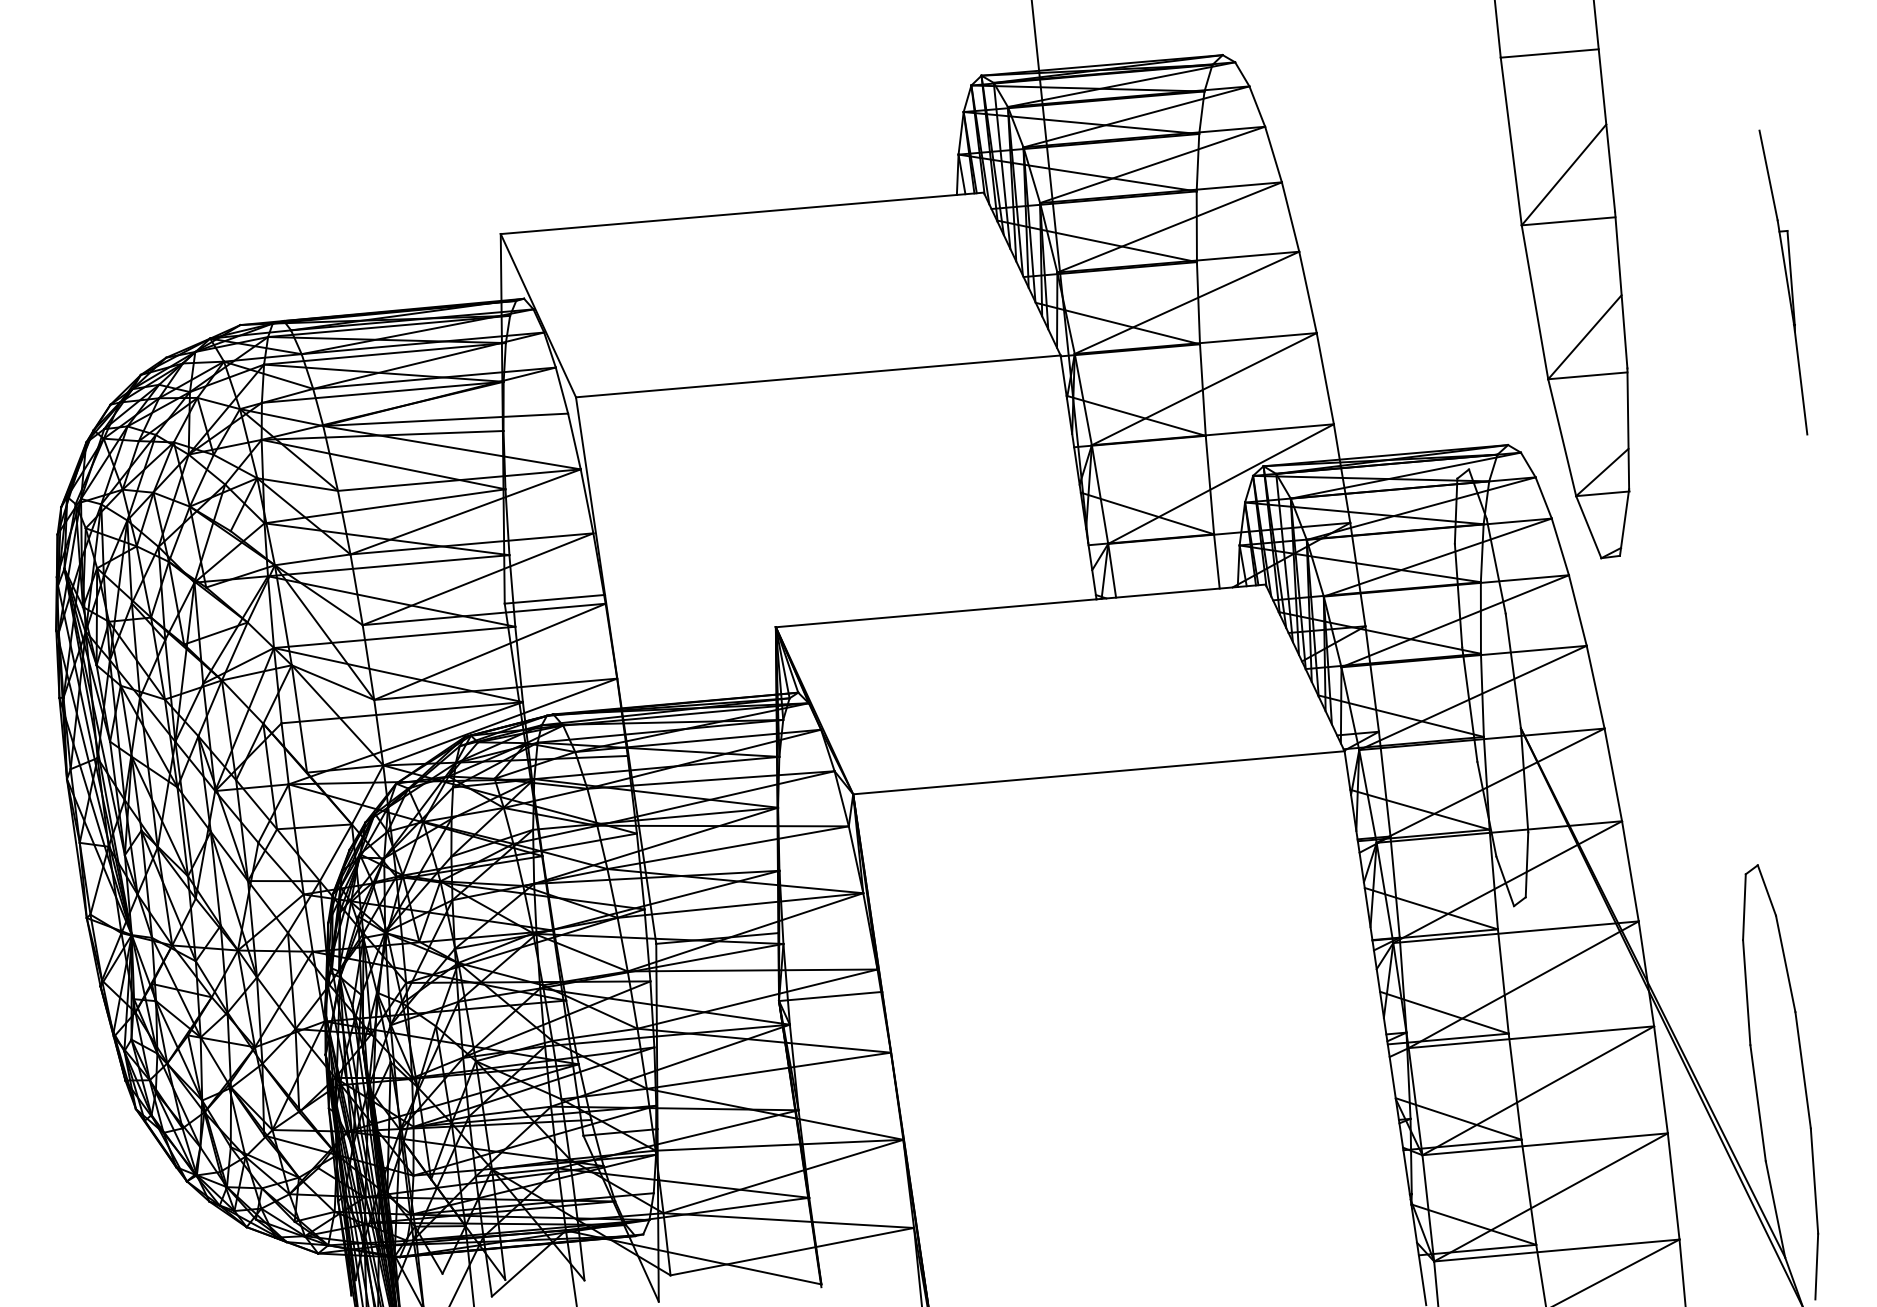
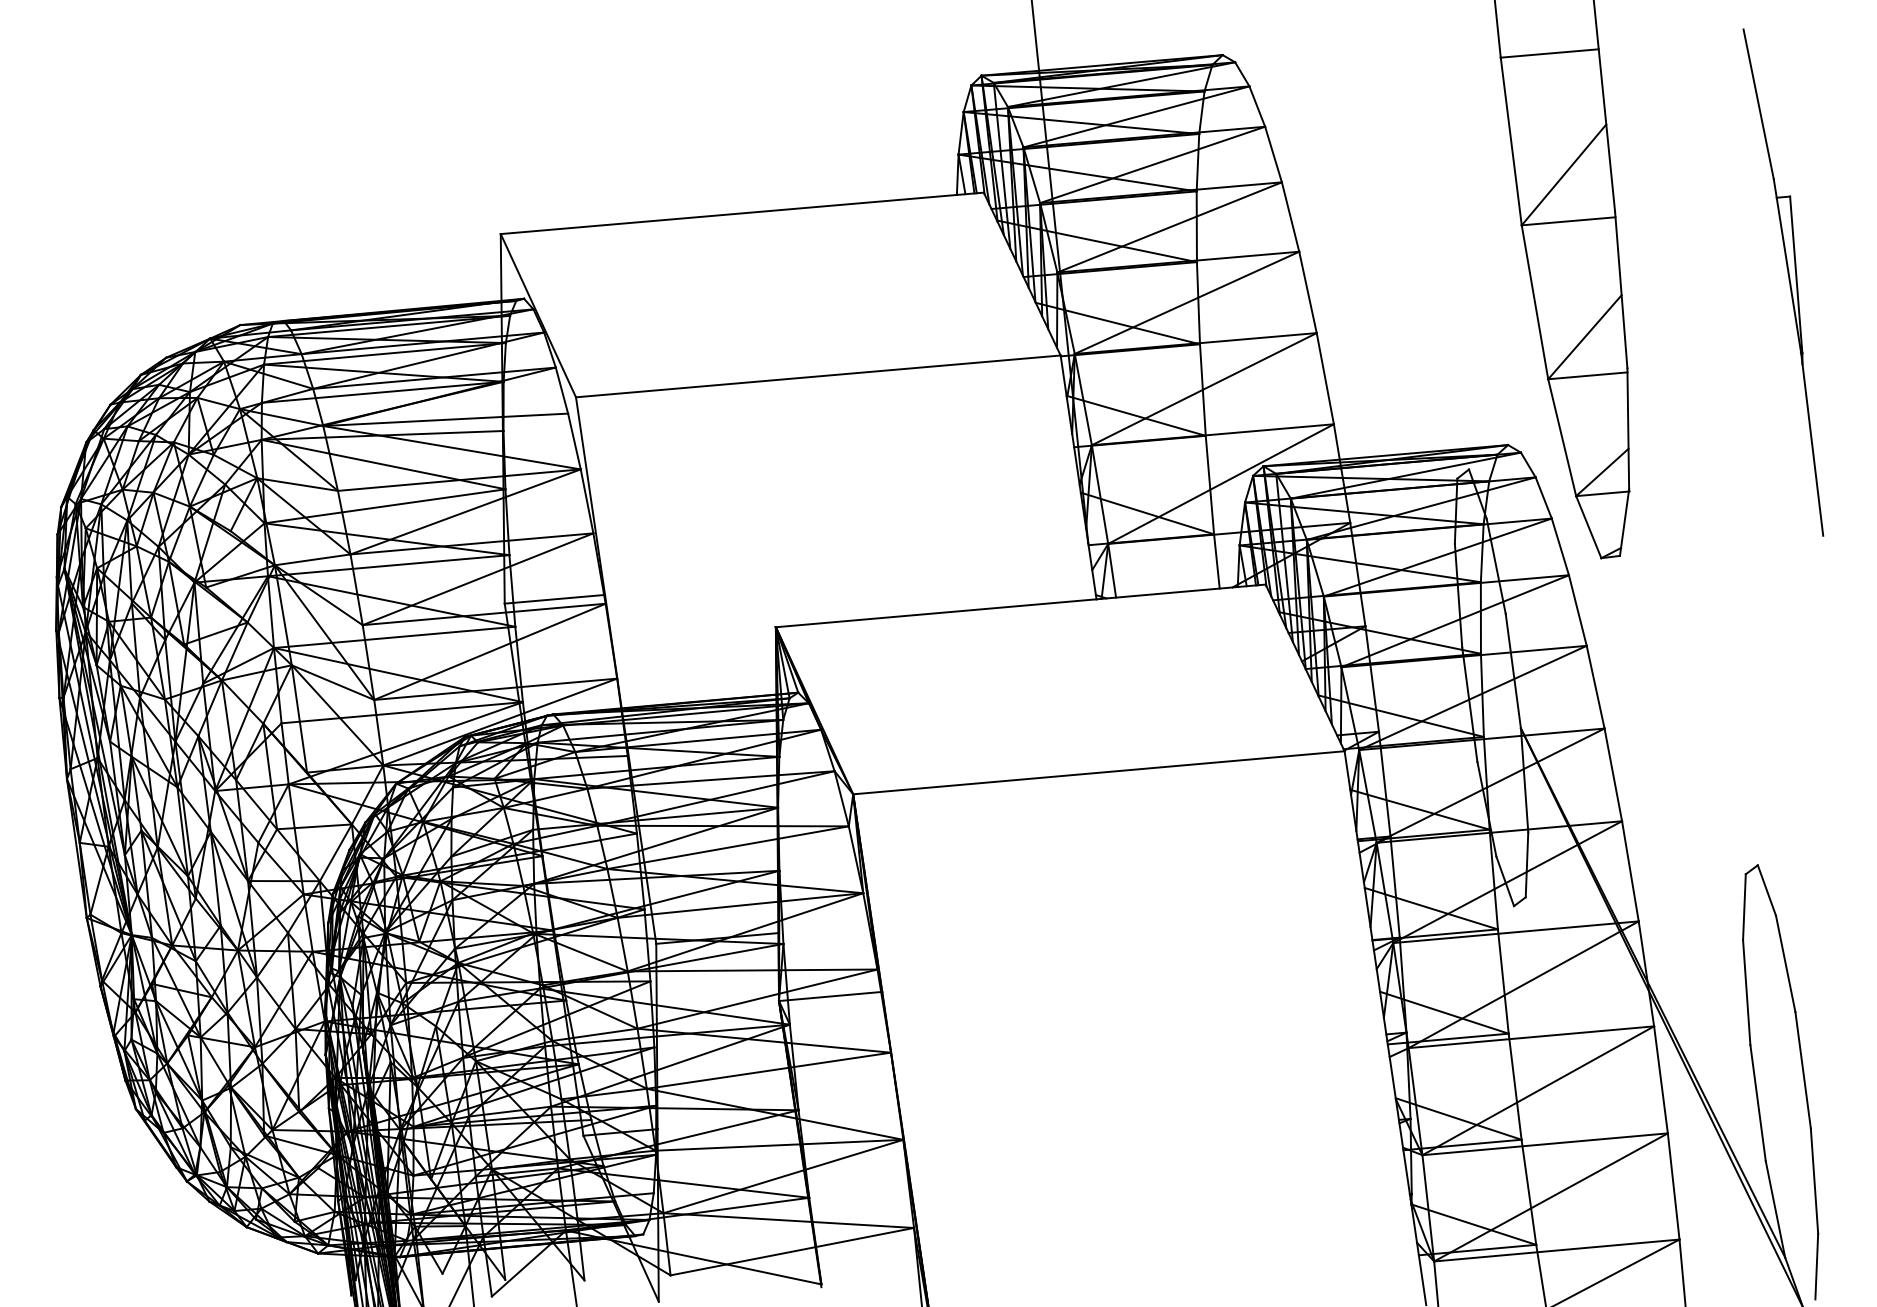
part at (1783, 282) size: 51x307 px -> 83x509 px
